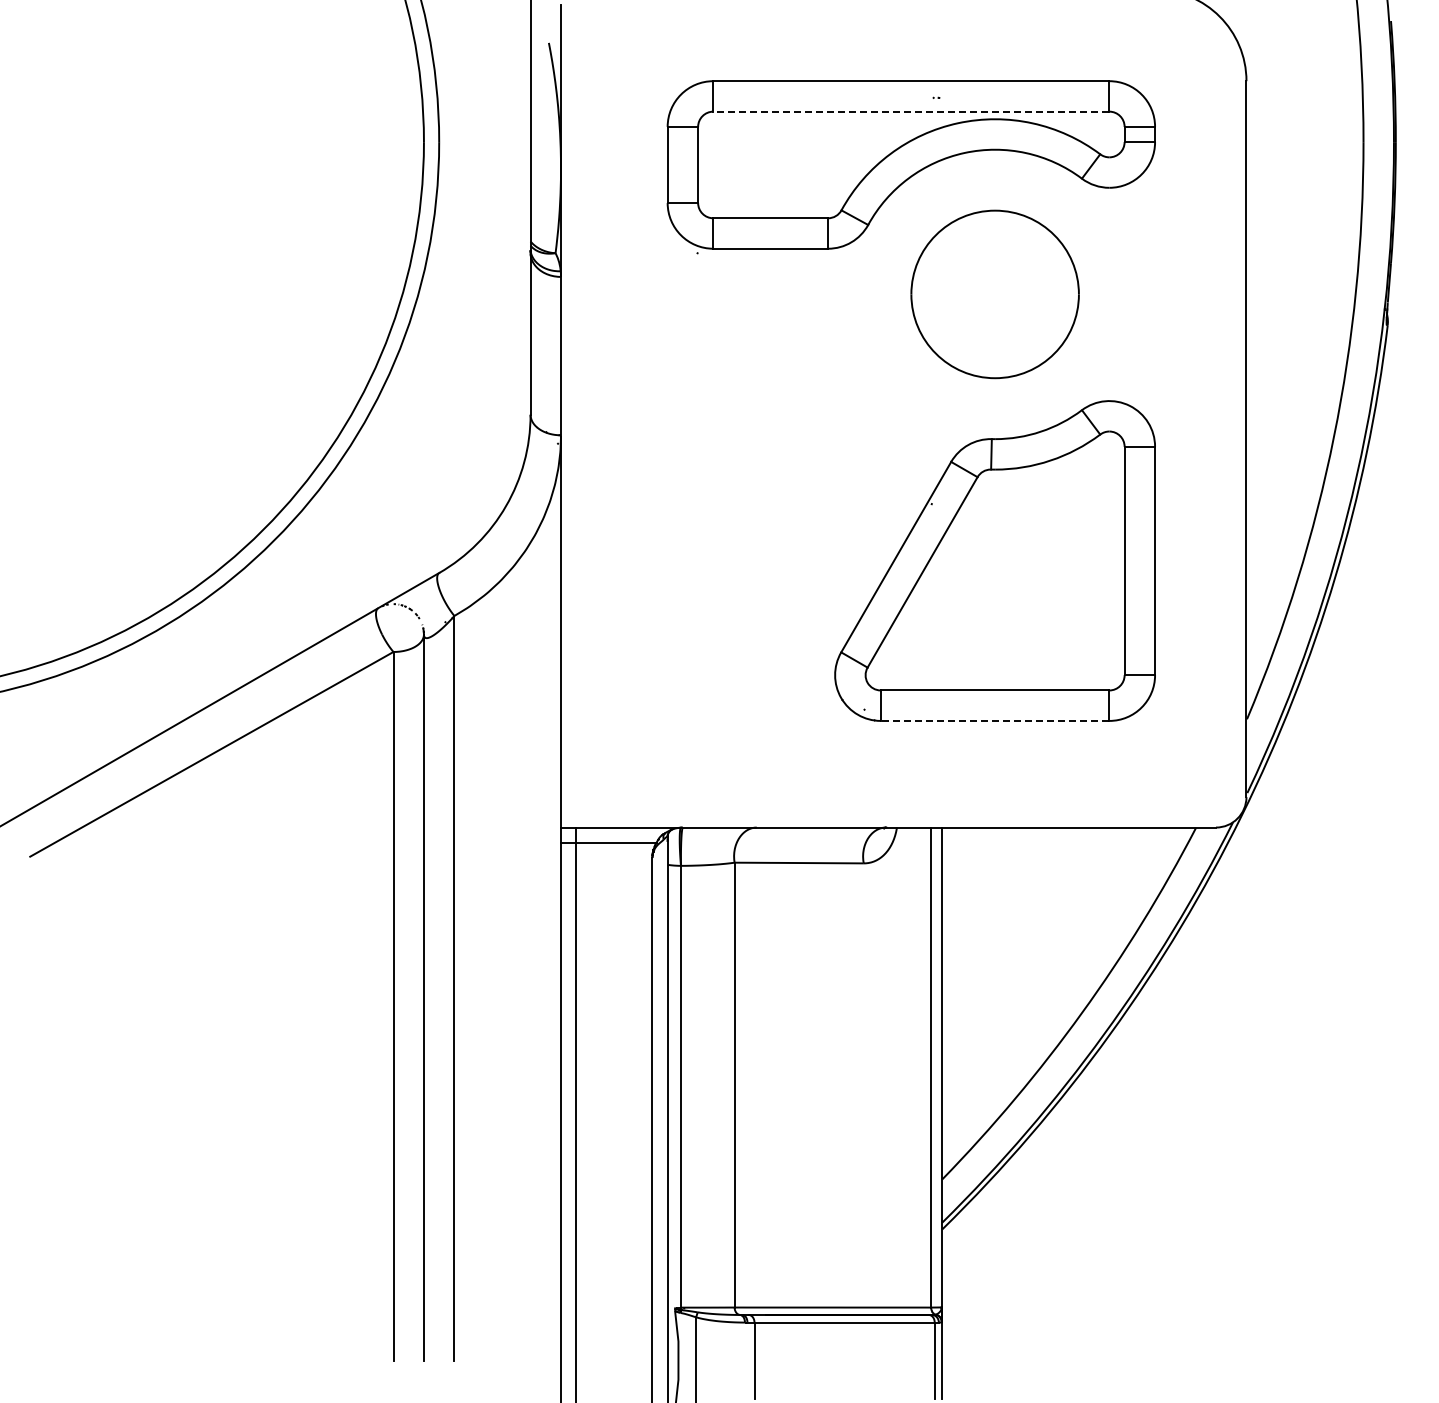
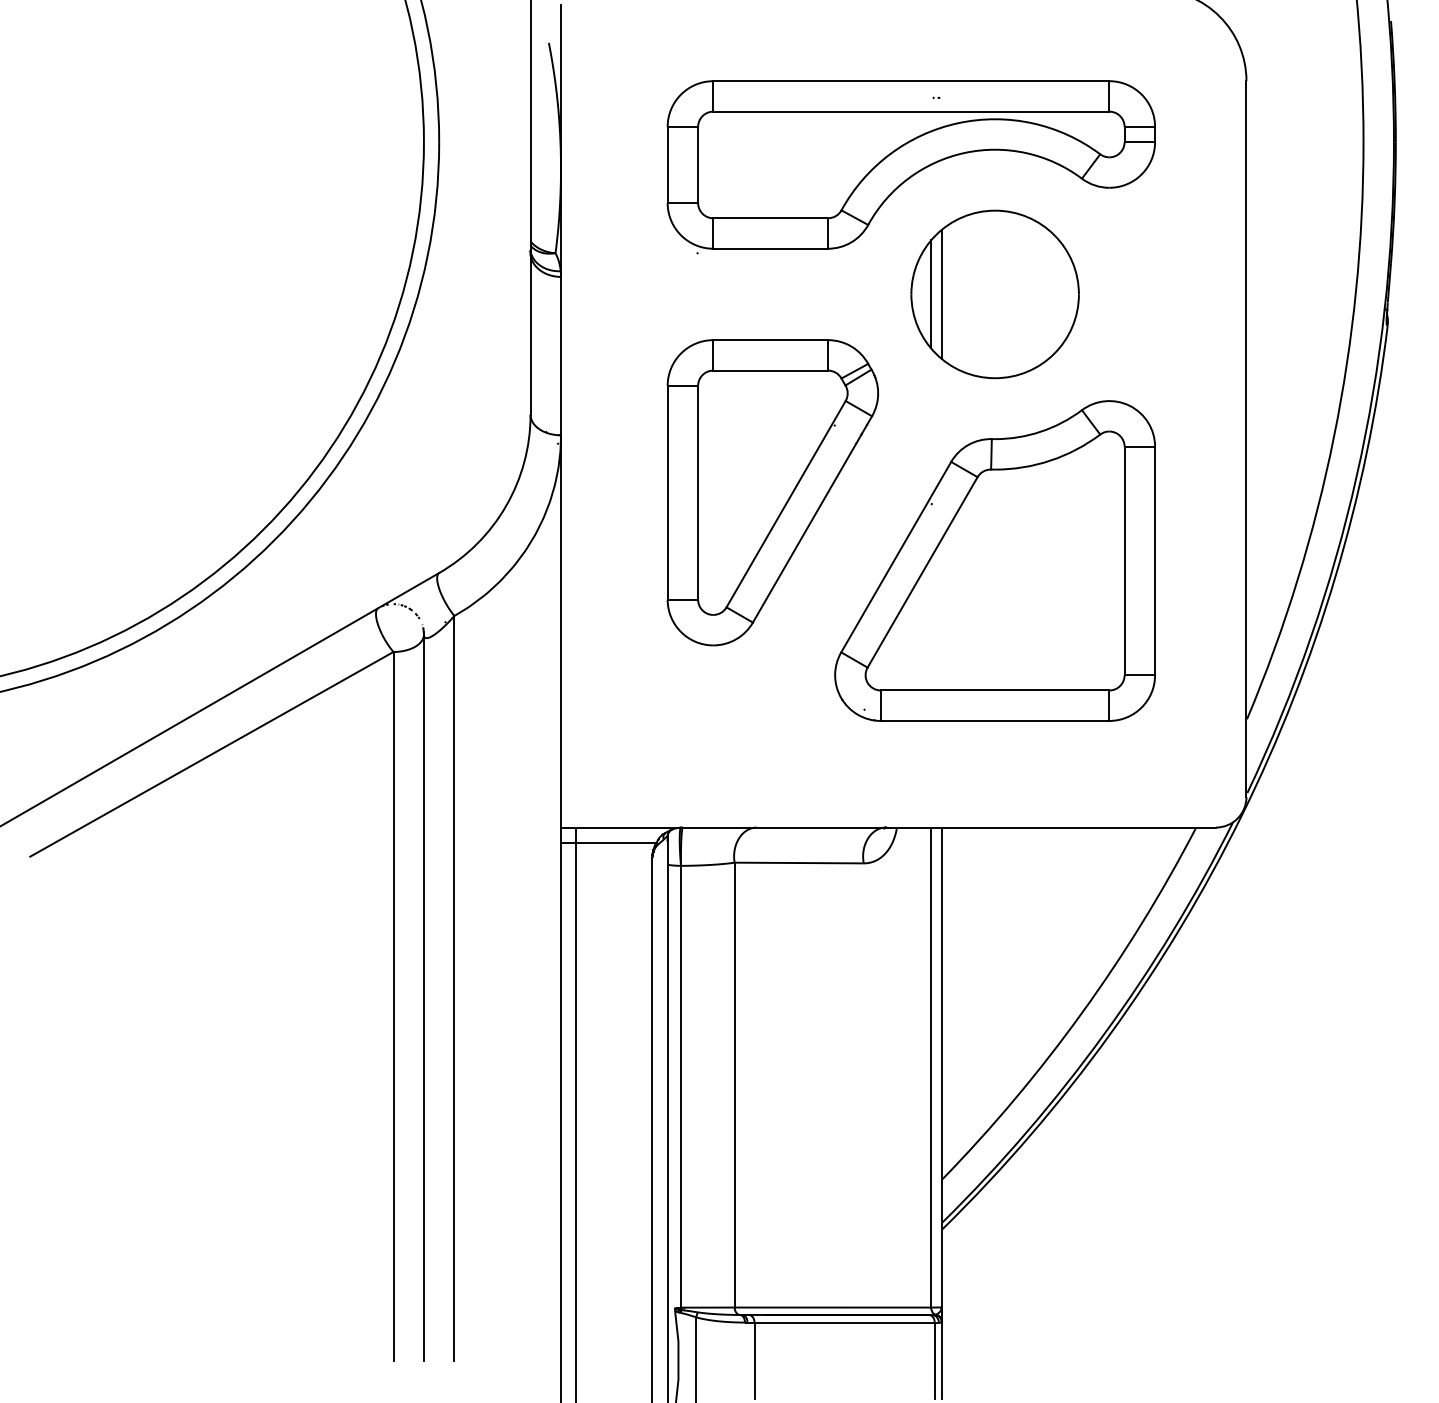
line at (910, 111): dashed -> solid
line at (931, 294): none -> present
line at (941, 294): none -> present
part at (772, 492): none -> present
line at (994, 720): dashed -> solid
